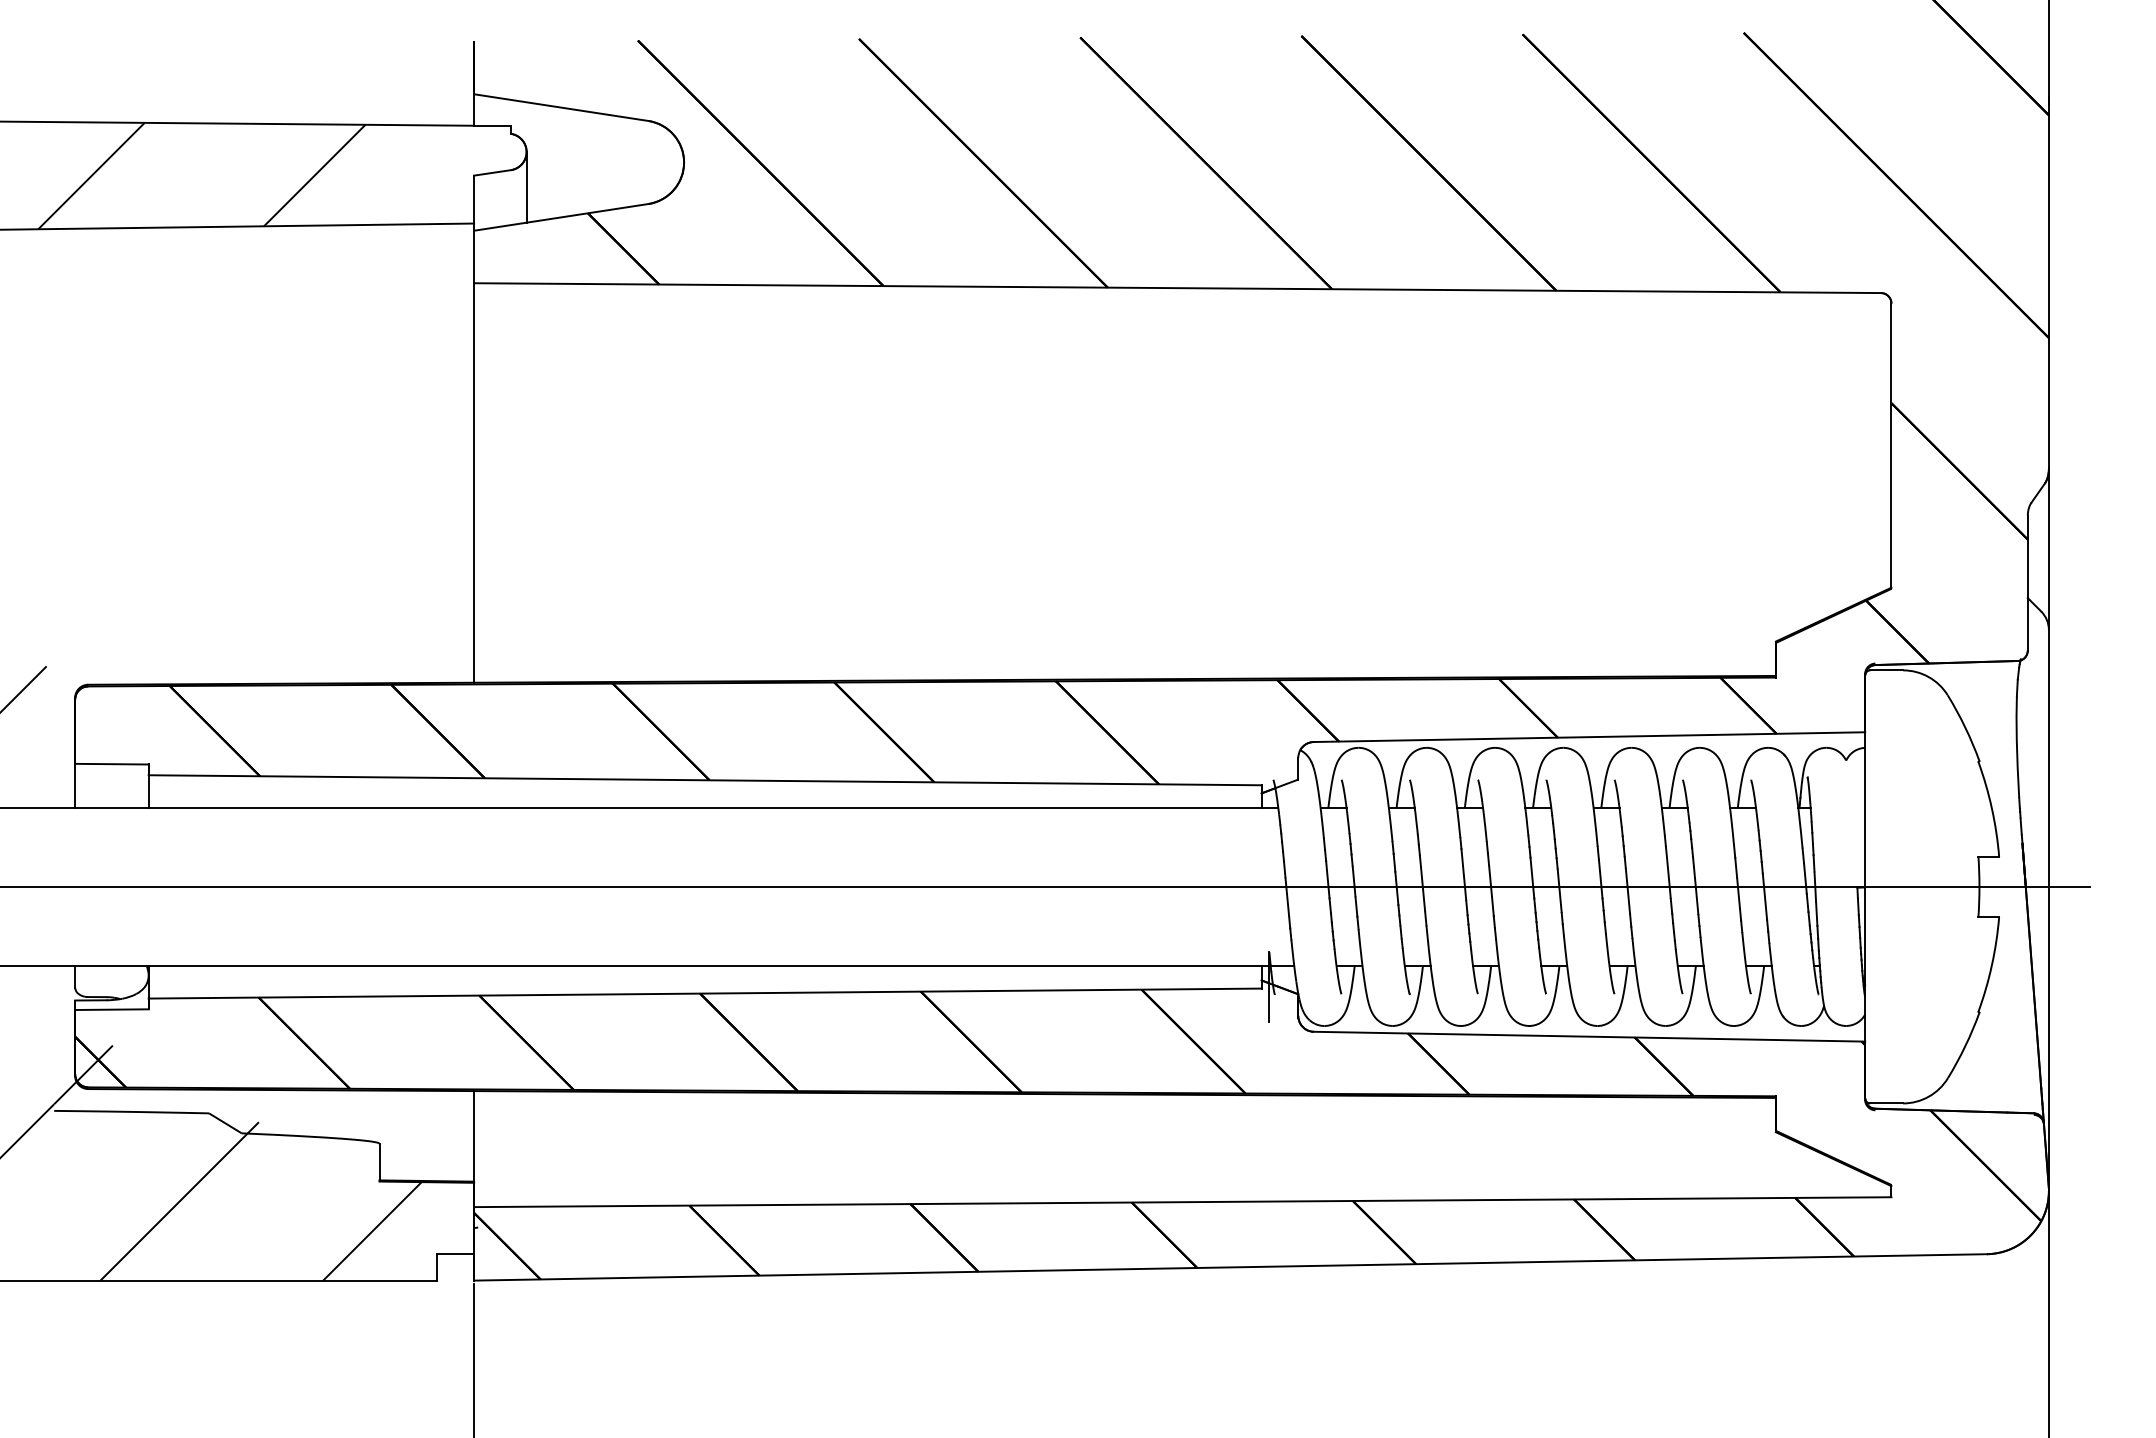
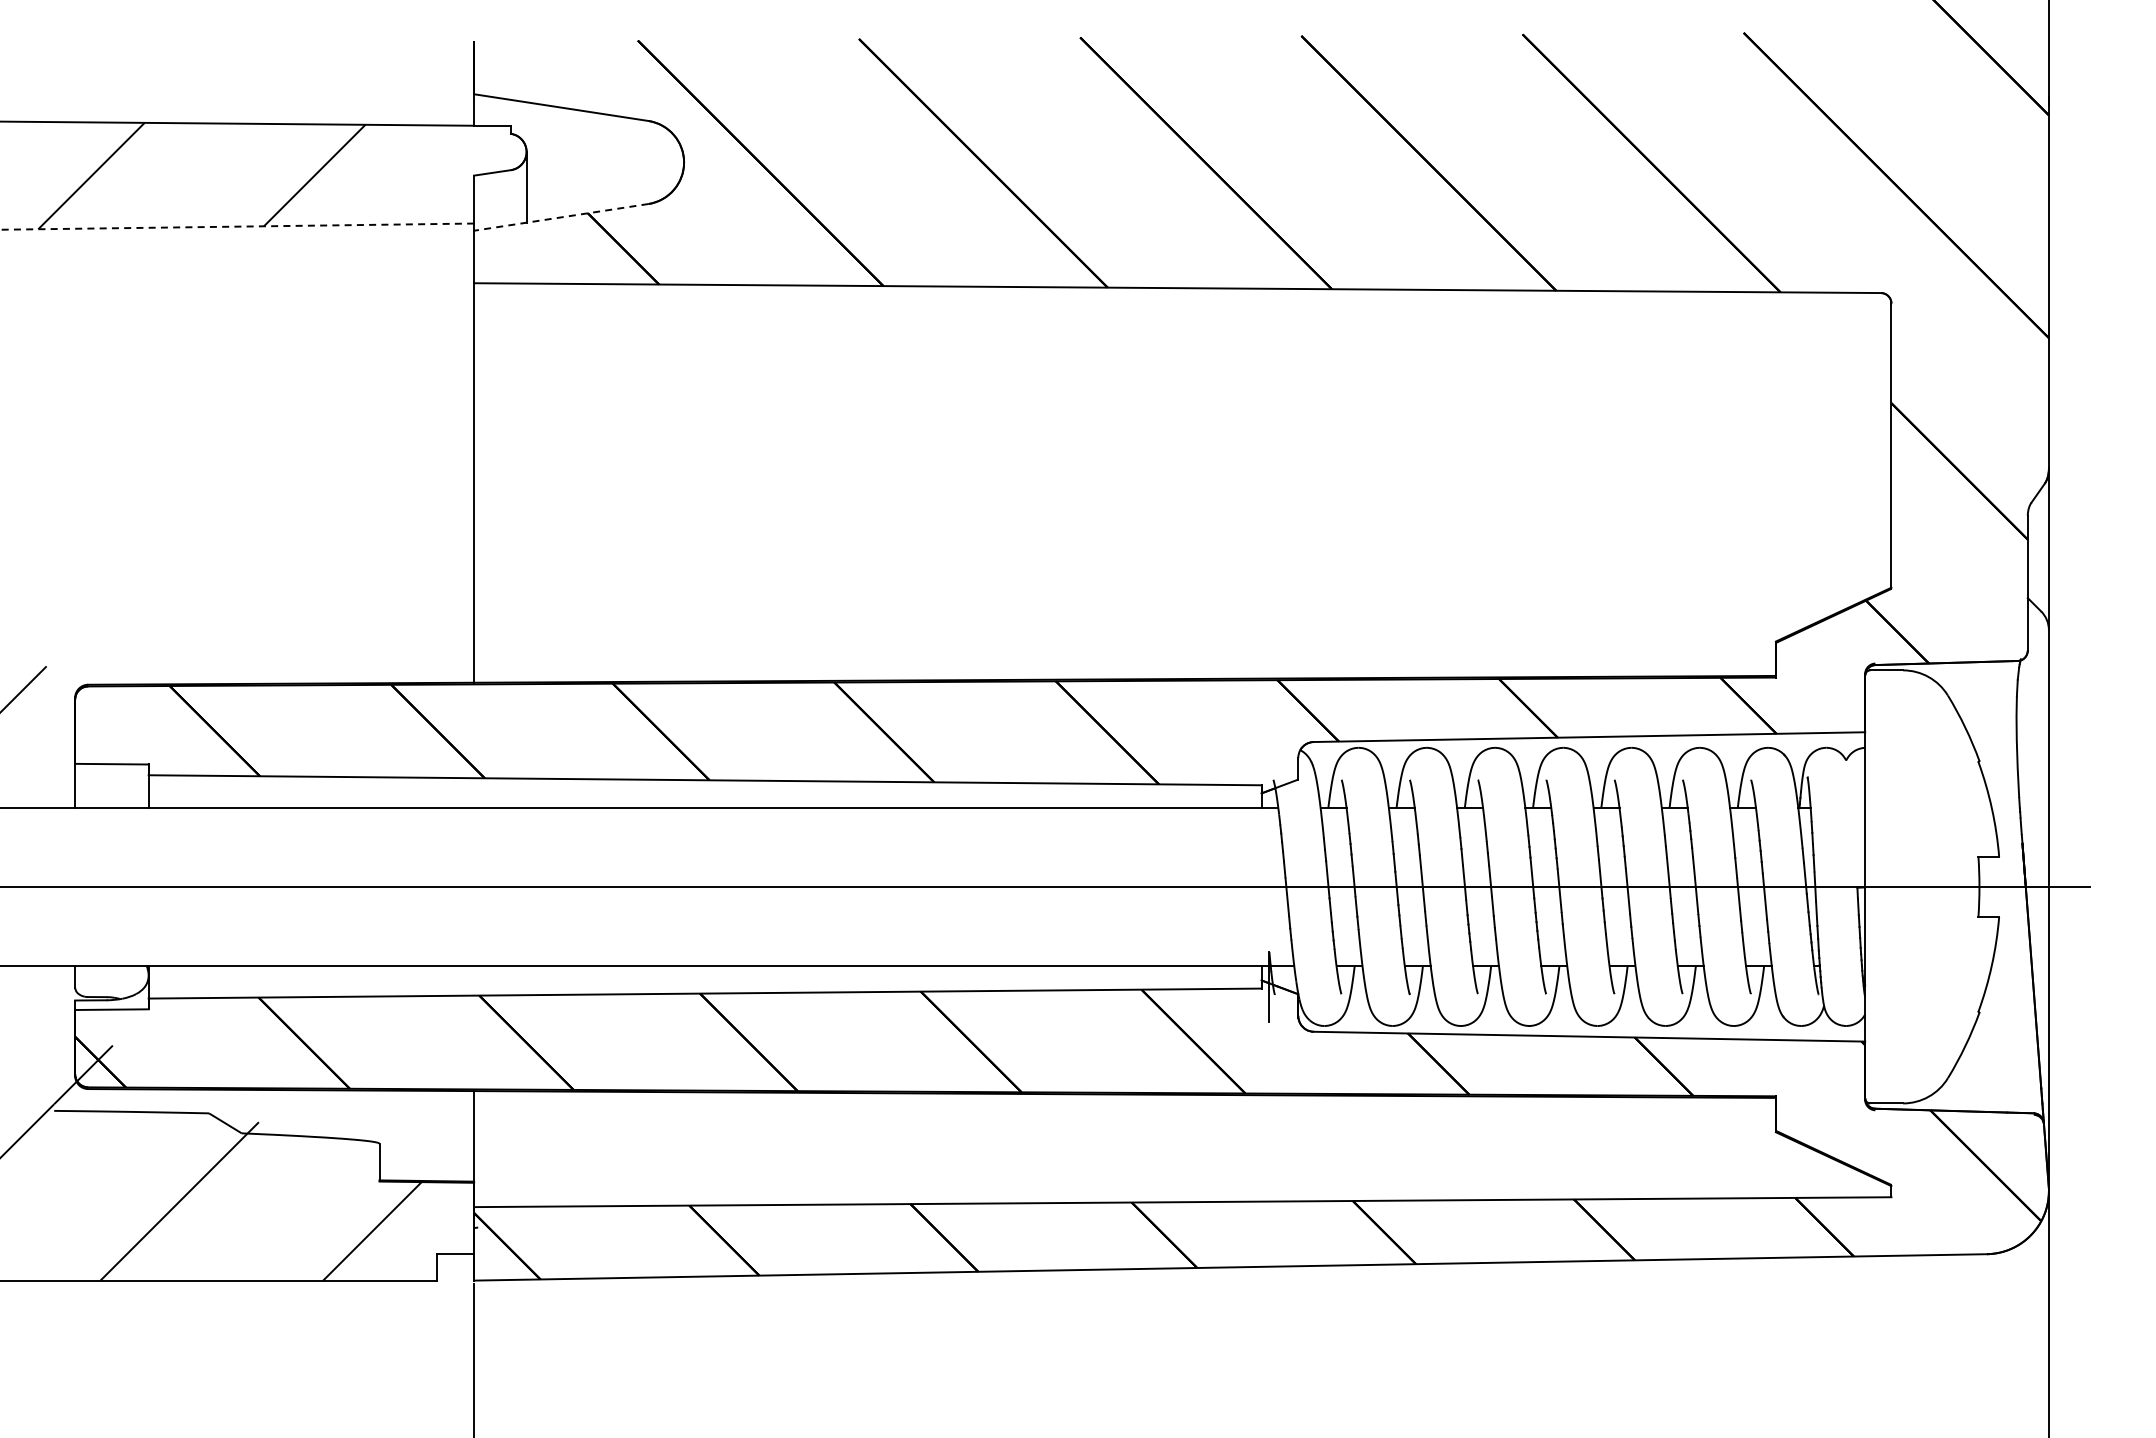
line at (560, 217): solid -> dashed
line at (237, 226): solid -> dashed
